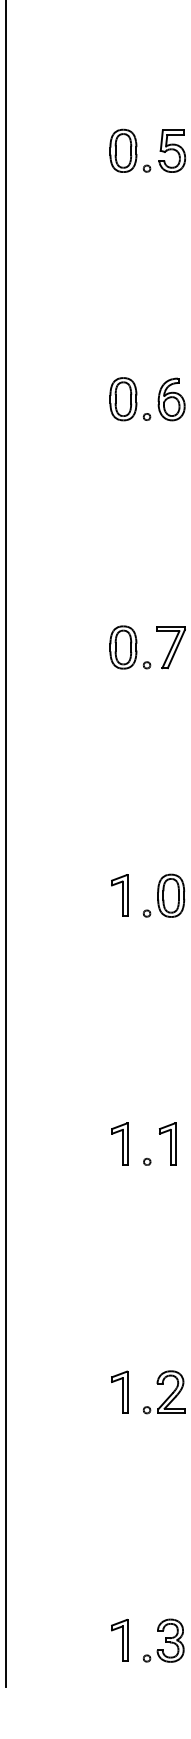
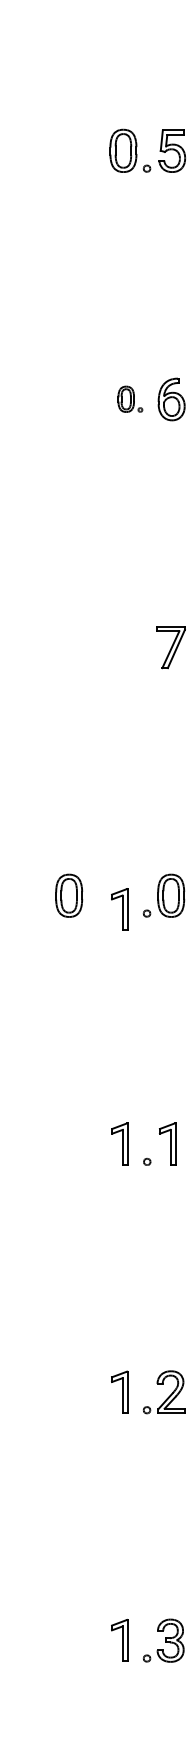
part at (130, 399) size: 43x45 px -> 27x28 px
part at (130, 647): present -> none
line at (5, 844): present -> none
part at (69, 895): none -> present
part at (119, 895) position: (119, 895) -> (119, 909)
